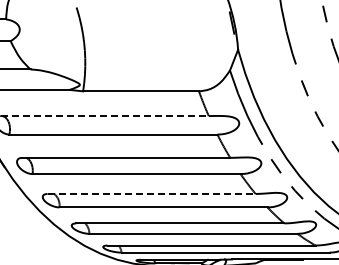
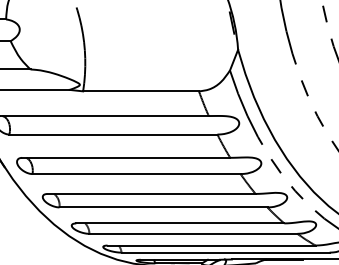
line at (105, 116): dashed -> solid
line at (152, 193): dashed -> solid
